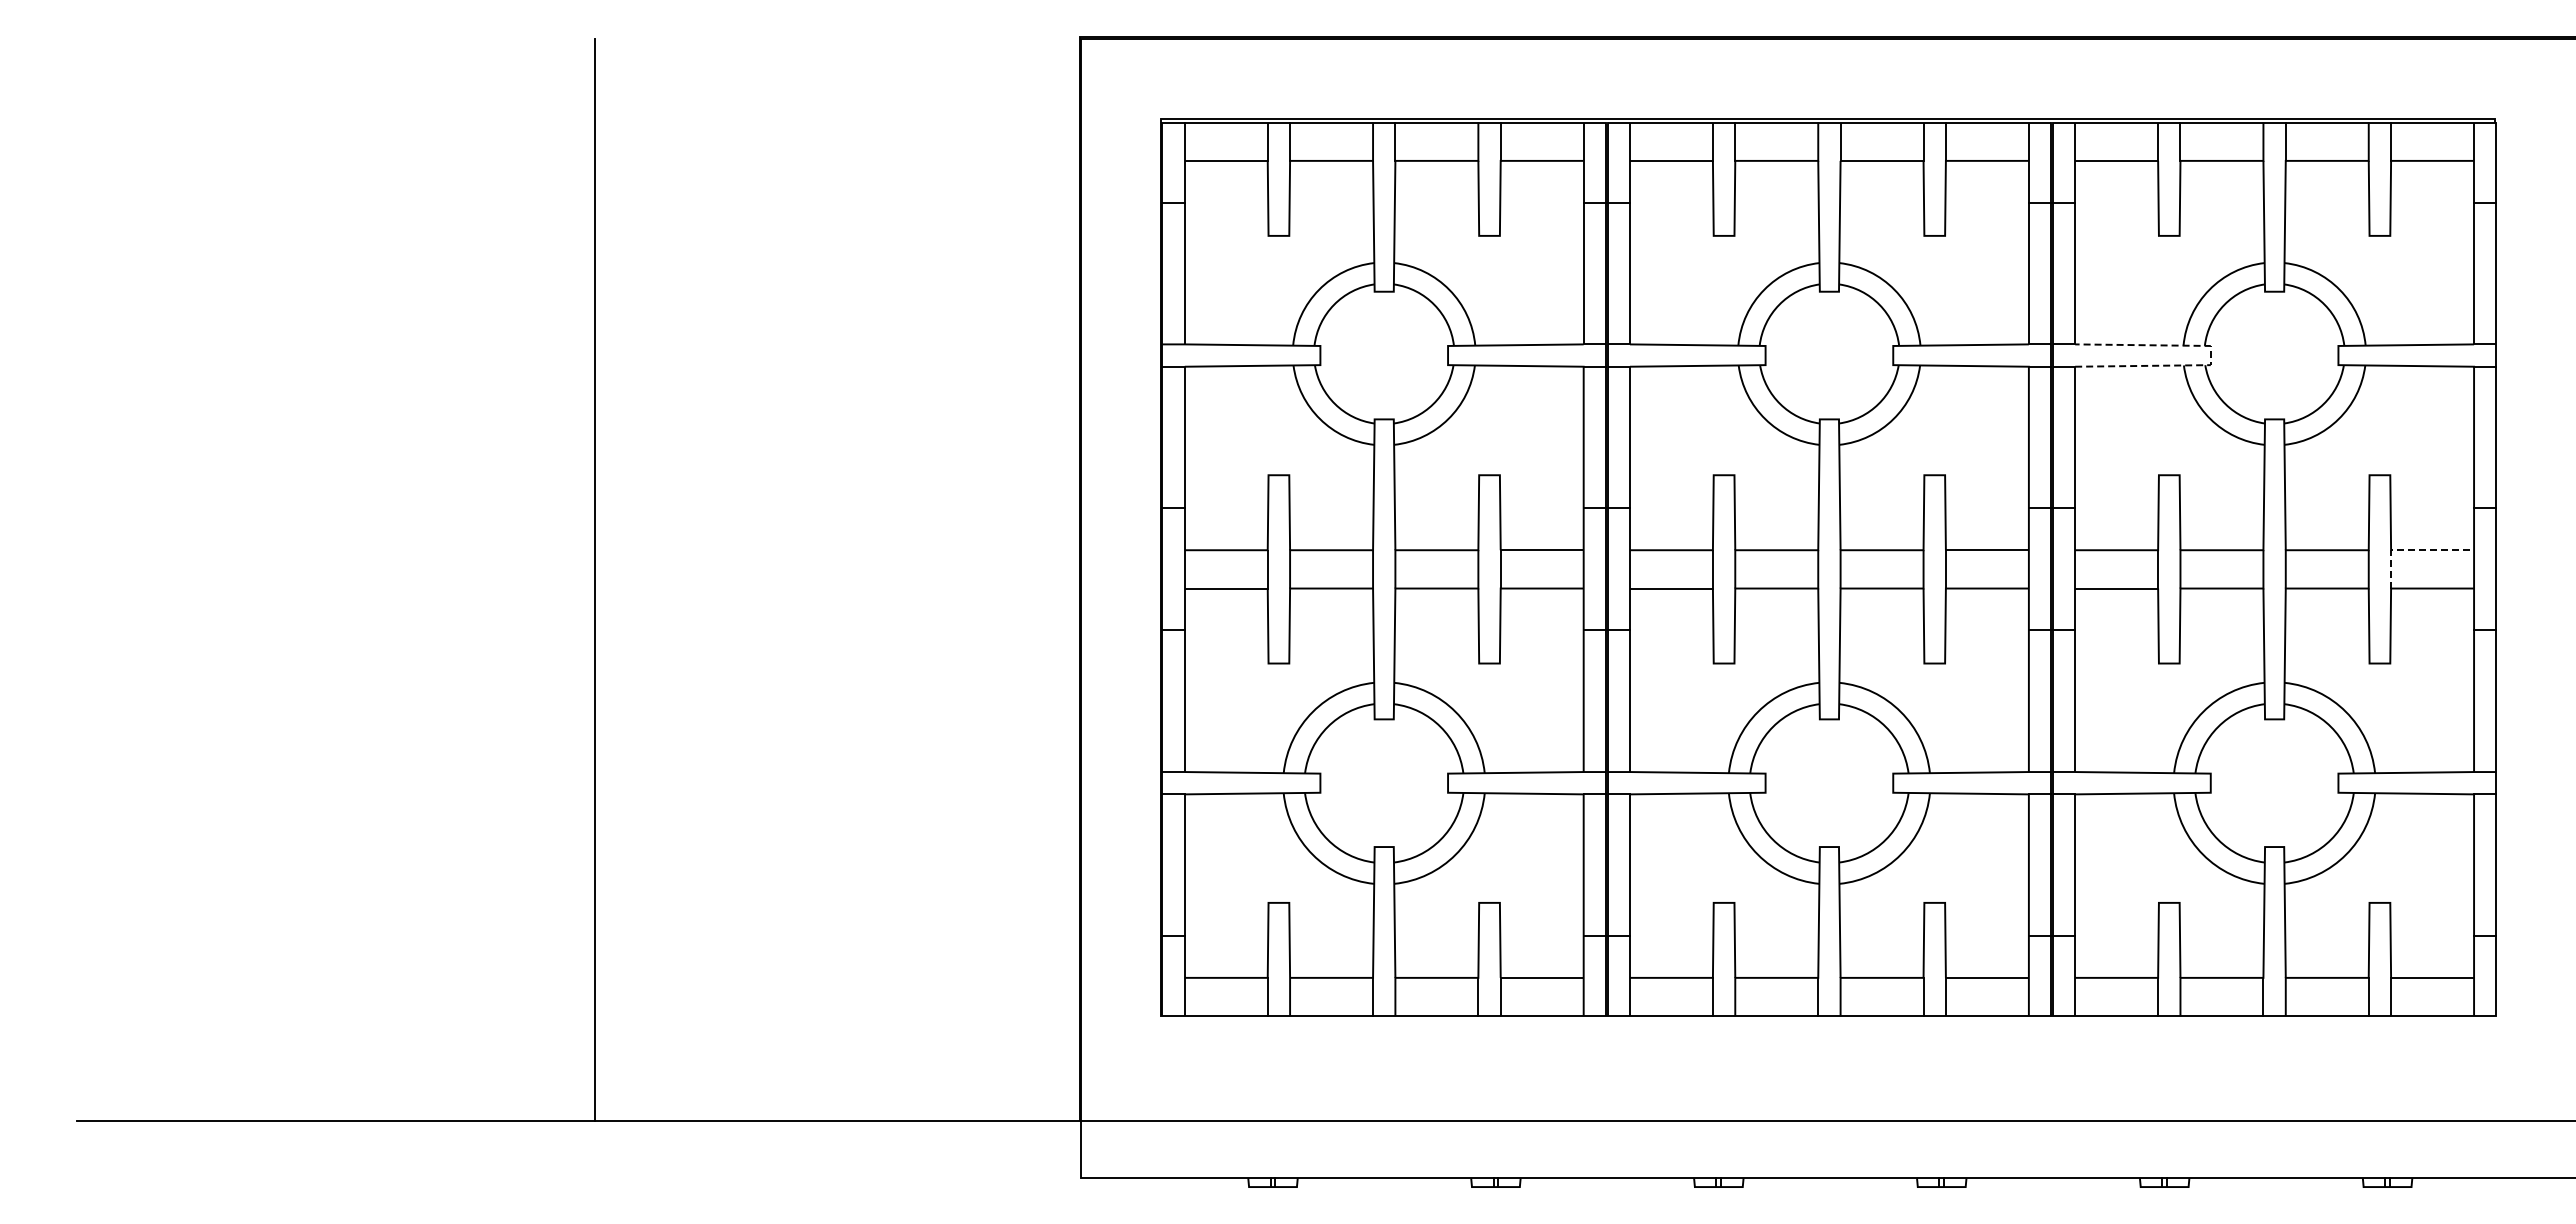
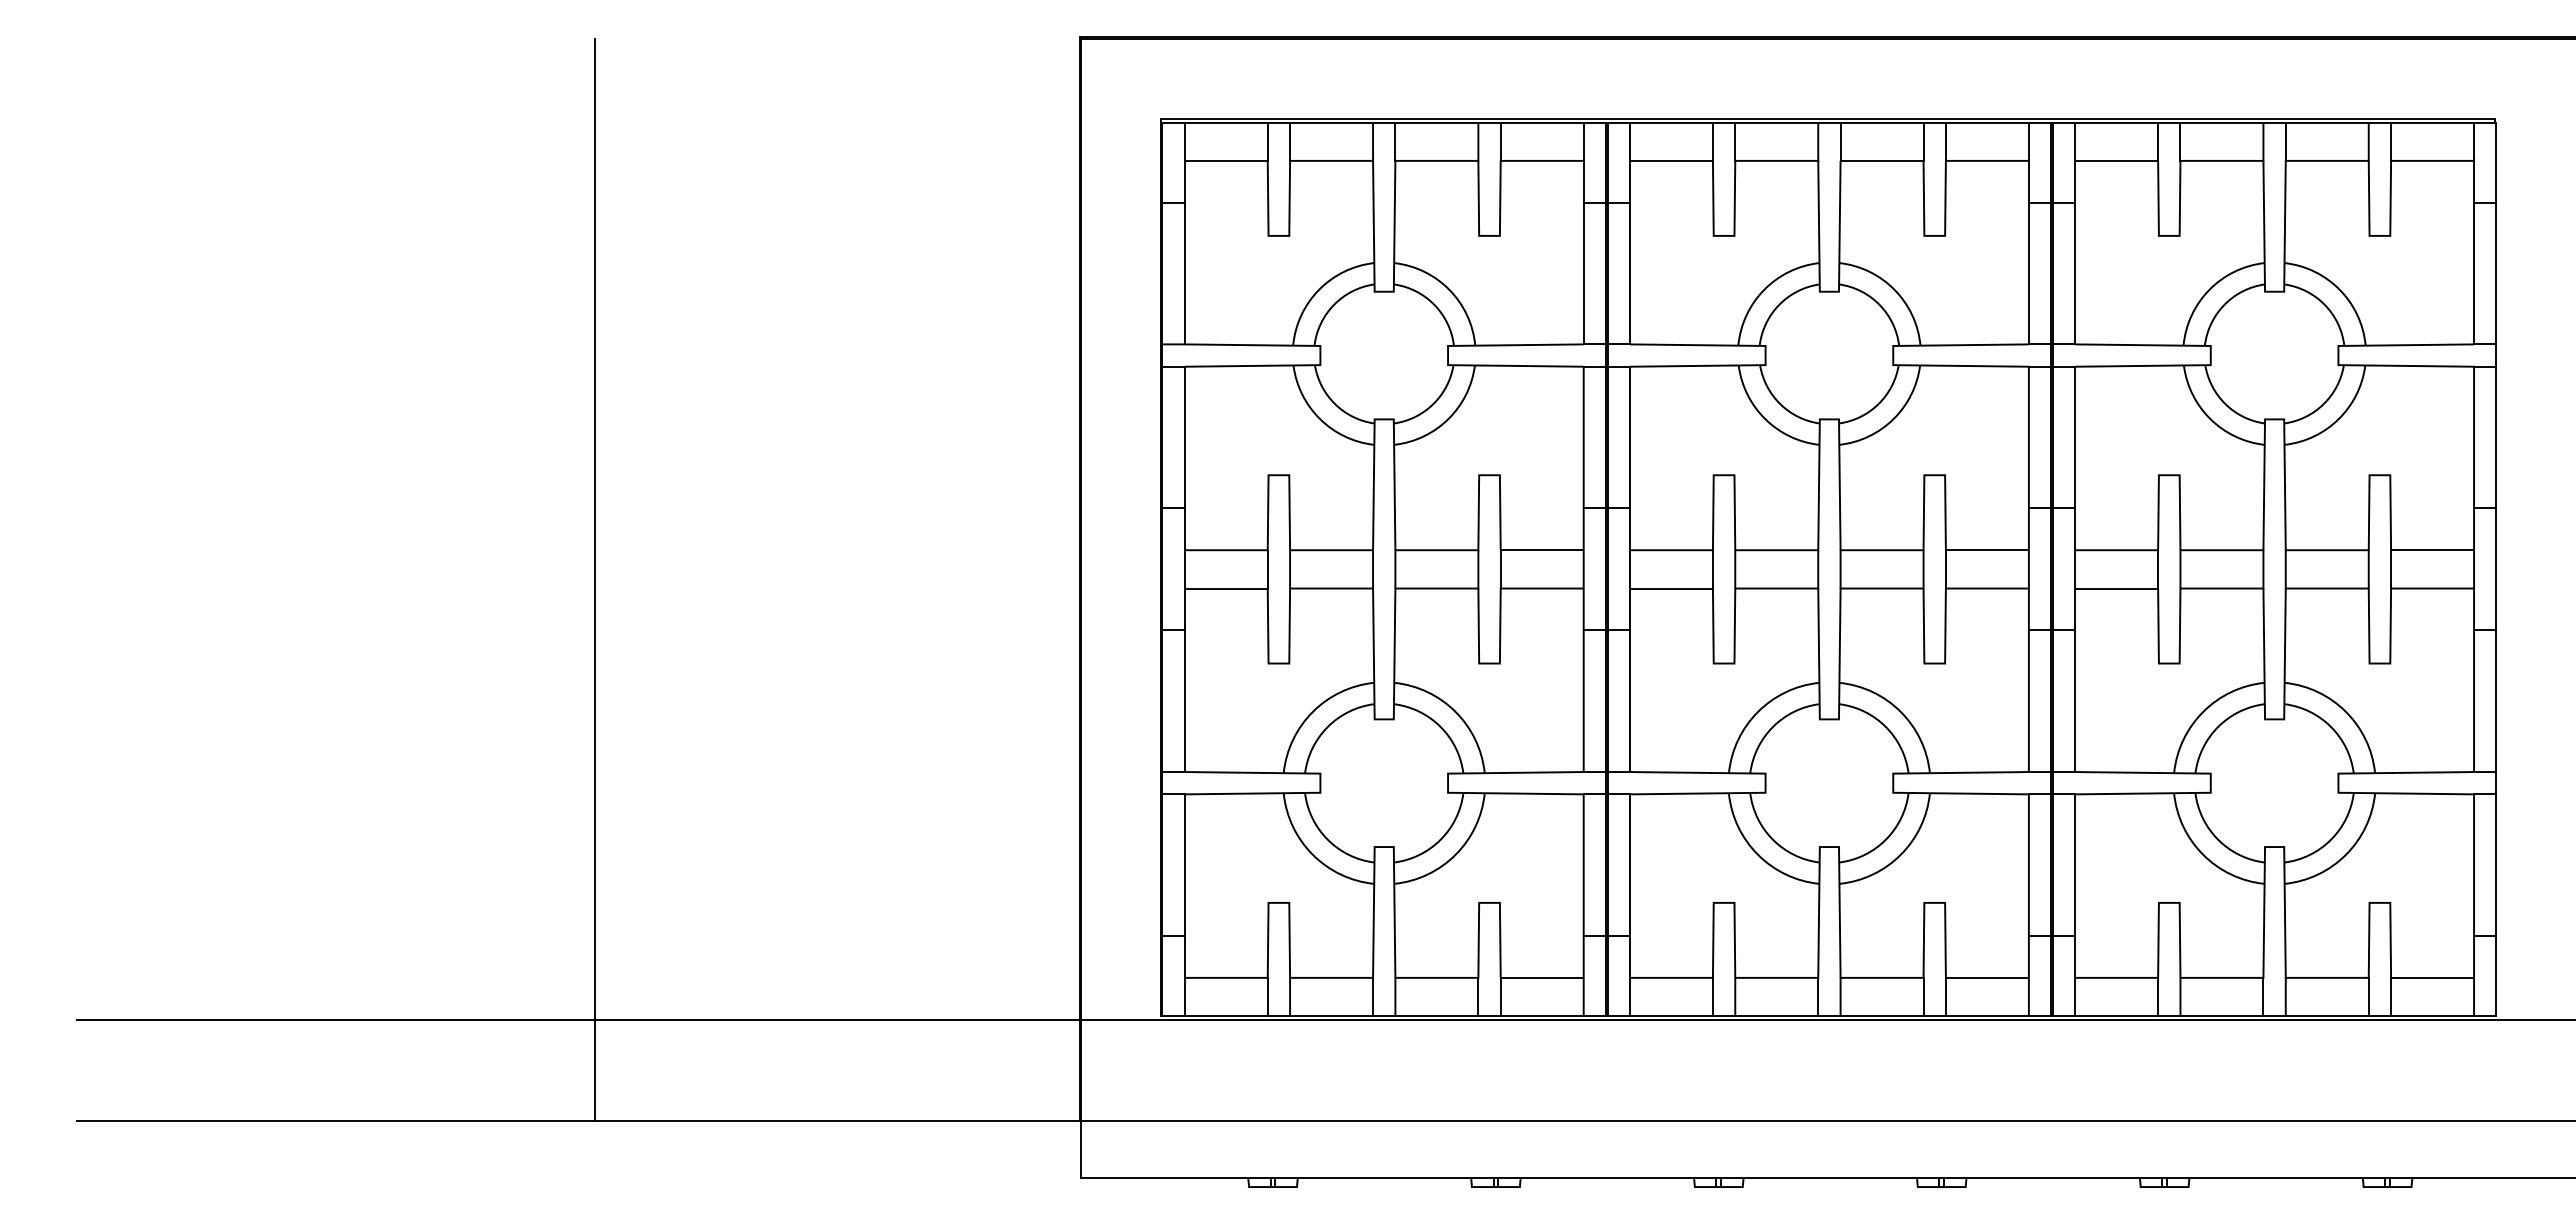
line at (2210, 355): dashed -> solid
line at (2413, 550): dashed -> solid
line at (1324, 1019): none -> present
